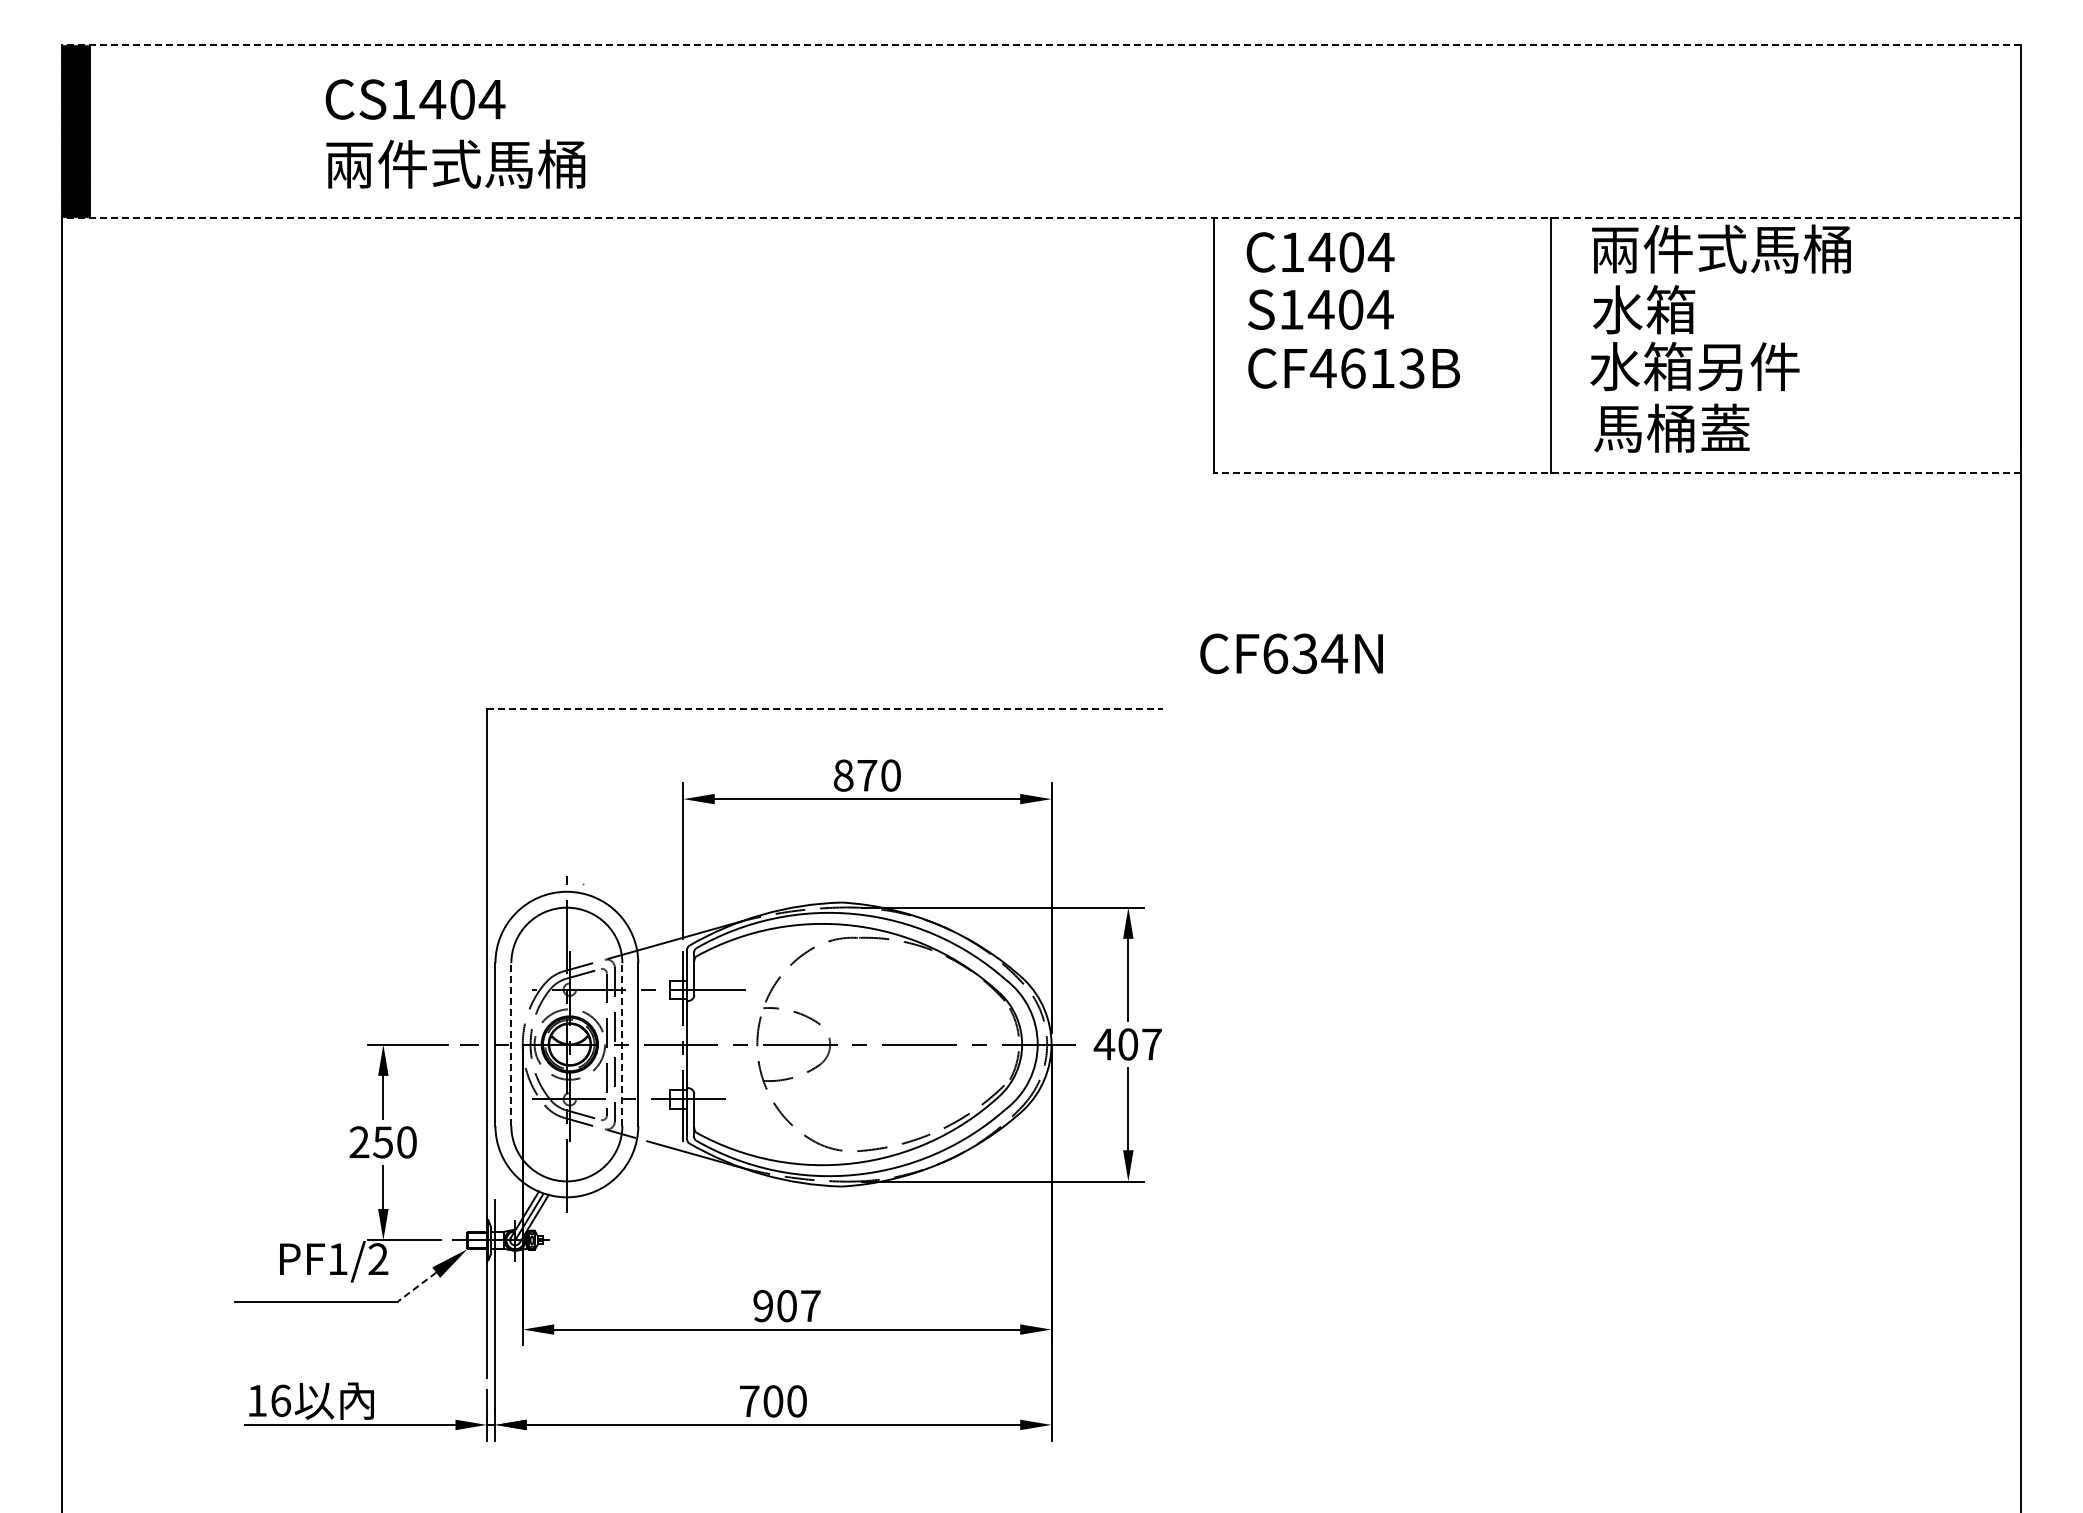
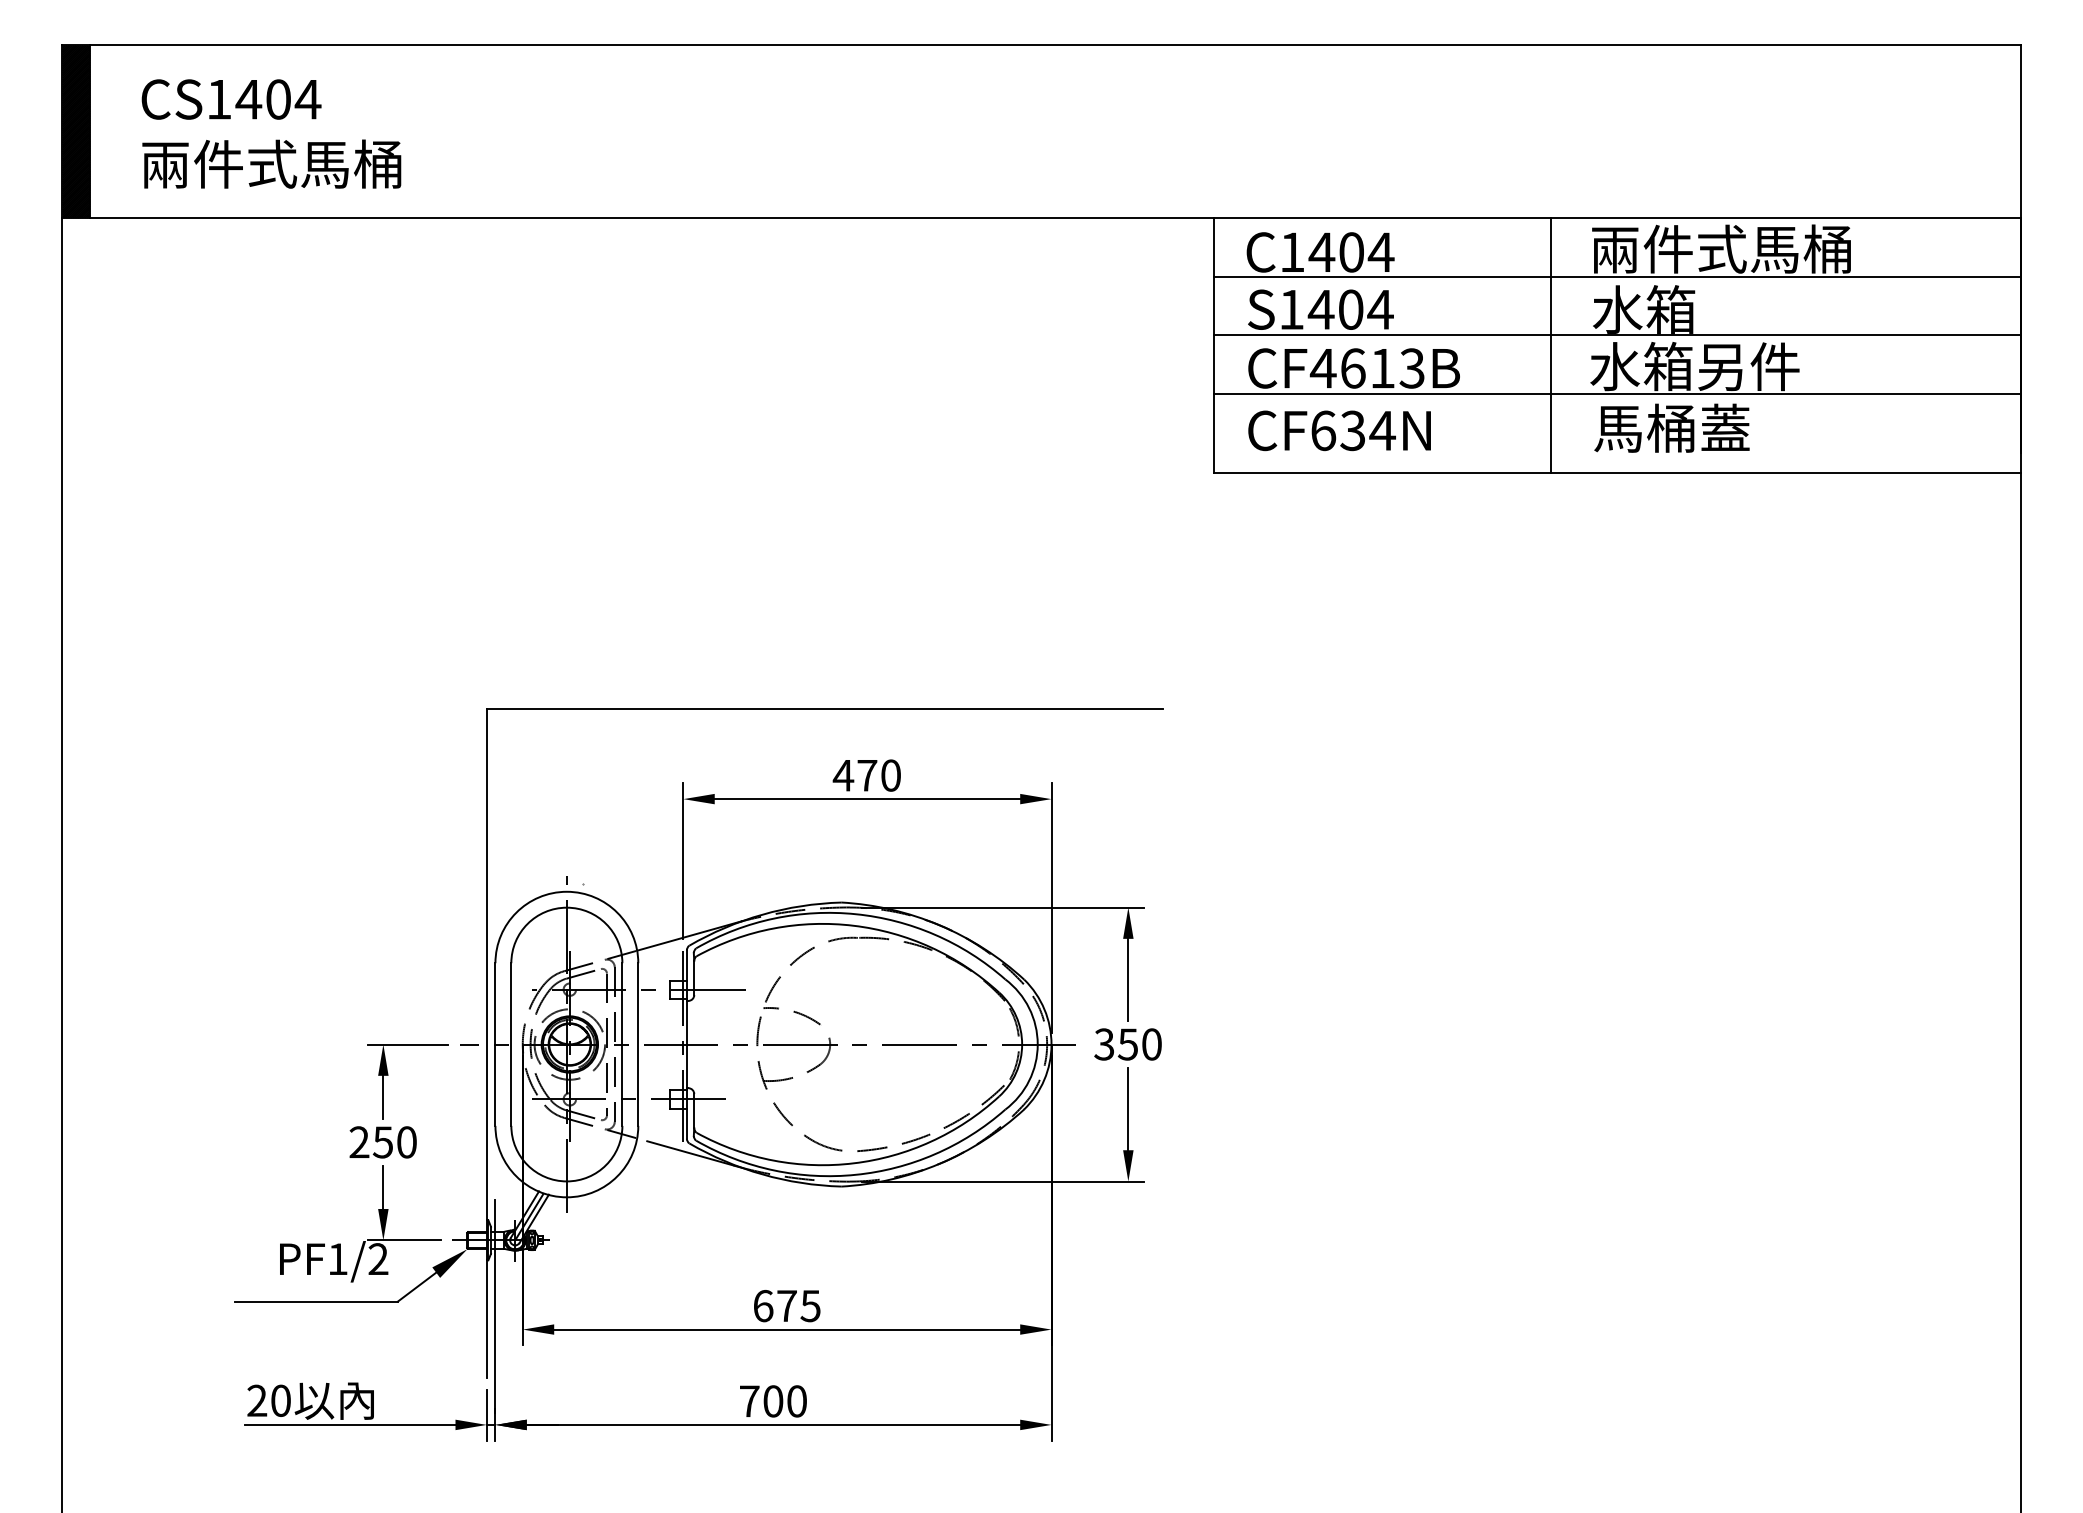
line at (1041, 45): dashed -> solid
text at (455, 133) position: (455, 133) -> (271, 133)
line at (1041, 217): dashed -> solid
line at (1616, 276): none -> present
line at (1616, 335): none -> present
line at (1616, 393): none -> present
line at (1616, 472): dashed -> solid
text at (1291, 653) position: (1291, 653) -> (1339, 430)
line at (825, 709): dashed -> solid
text at (843, 775): 870 -> 470
line at (511, 1044): dashed -> solid
line at (622, 1044): dashed -> solid
text at (1127, 1044): 407 -> 350
line at (417, 1287): dashed -> solid
text at (786, 1305): 907 -> 675
text at (269, 1400): 16 -> 20
